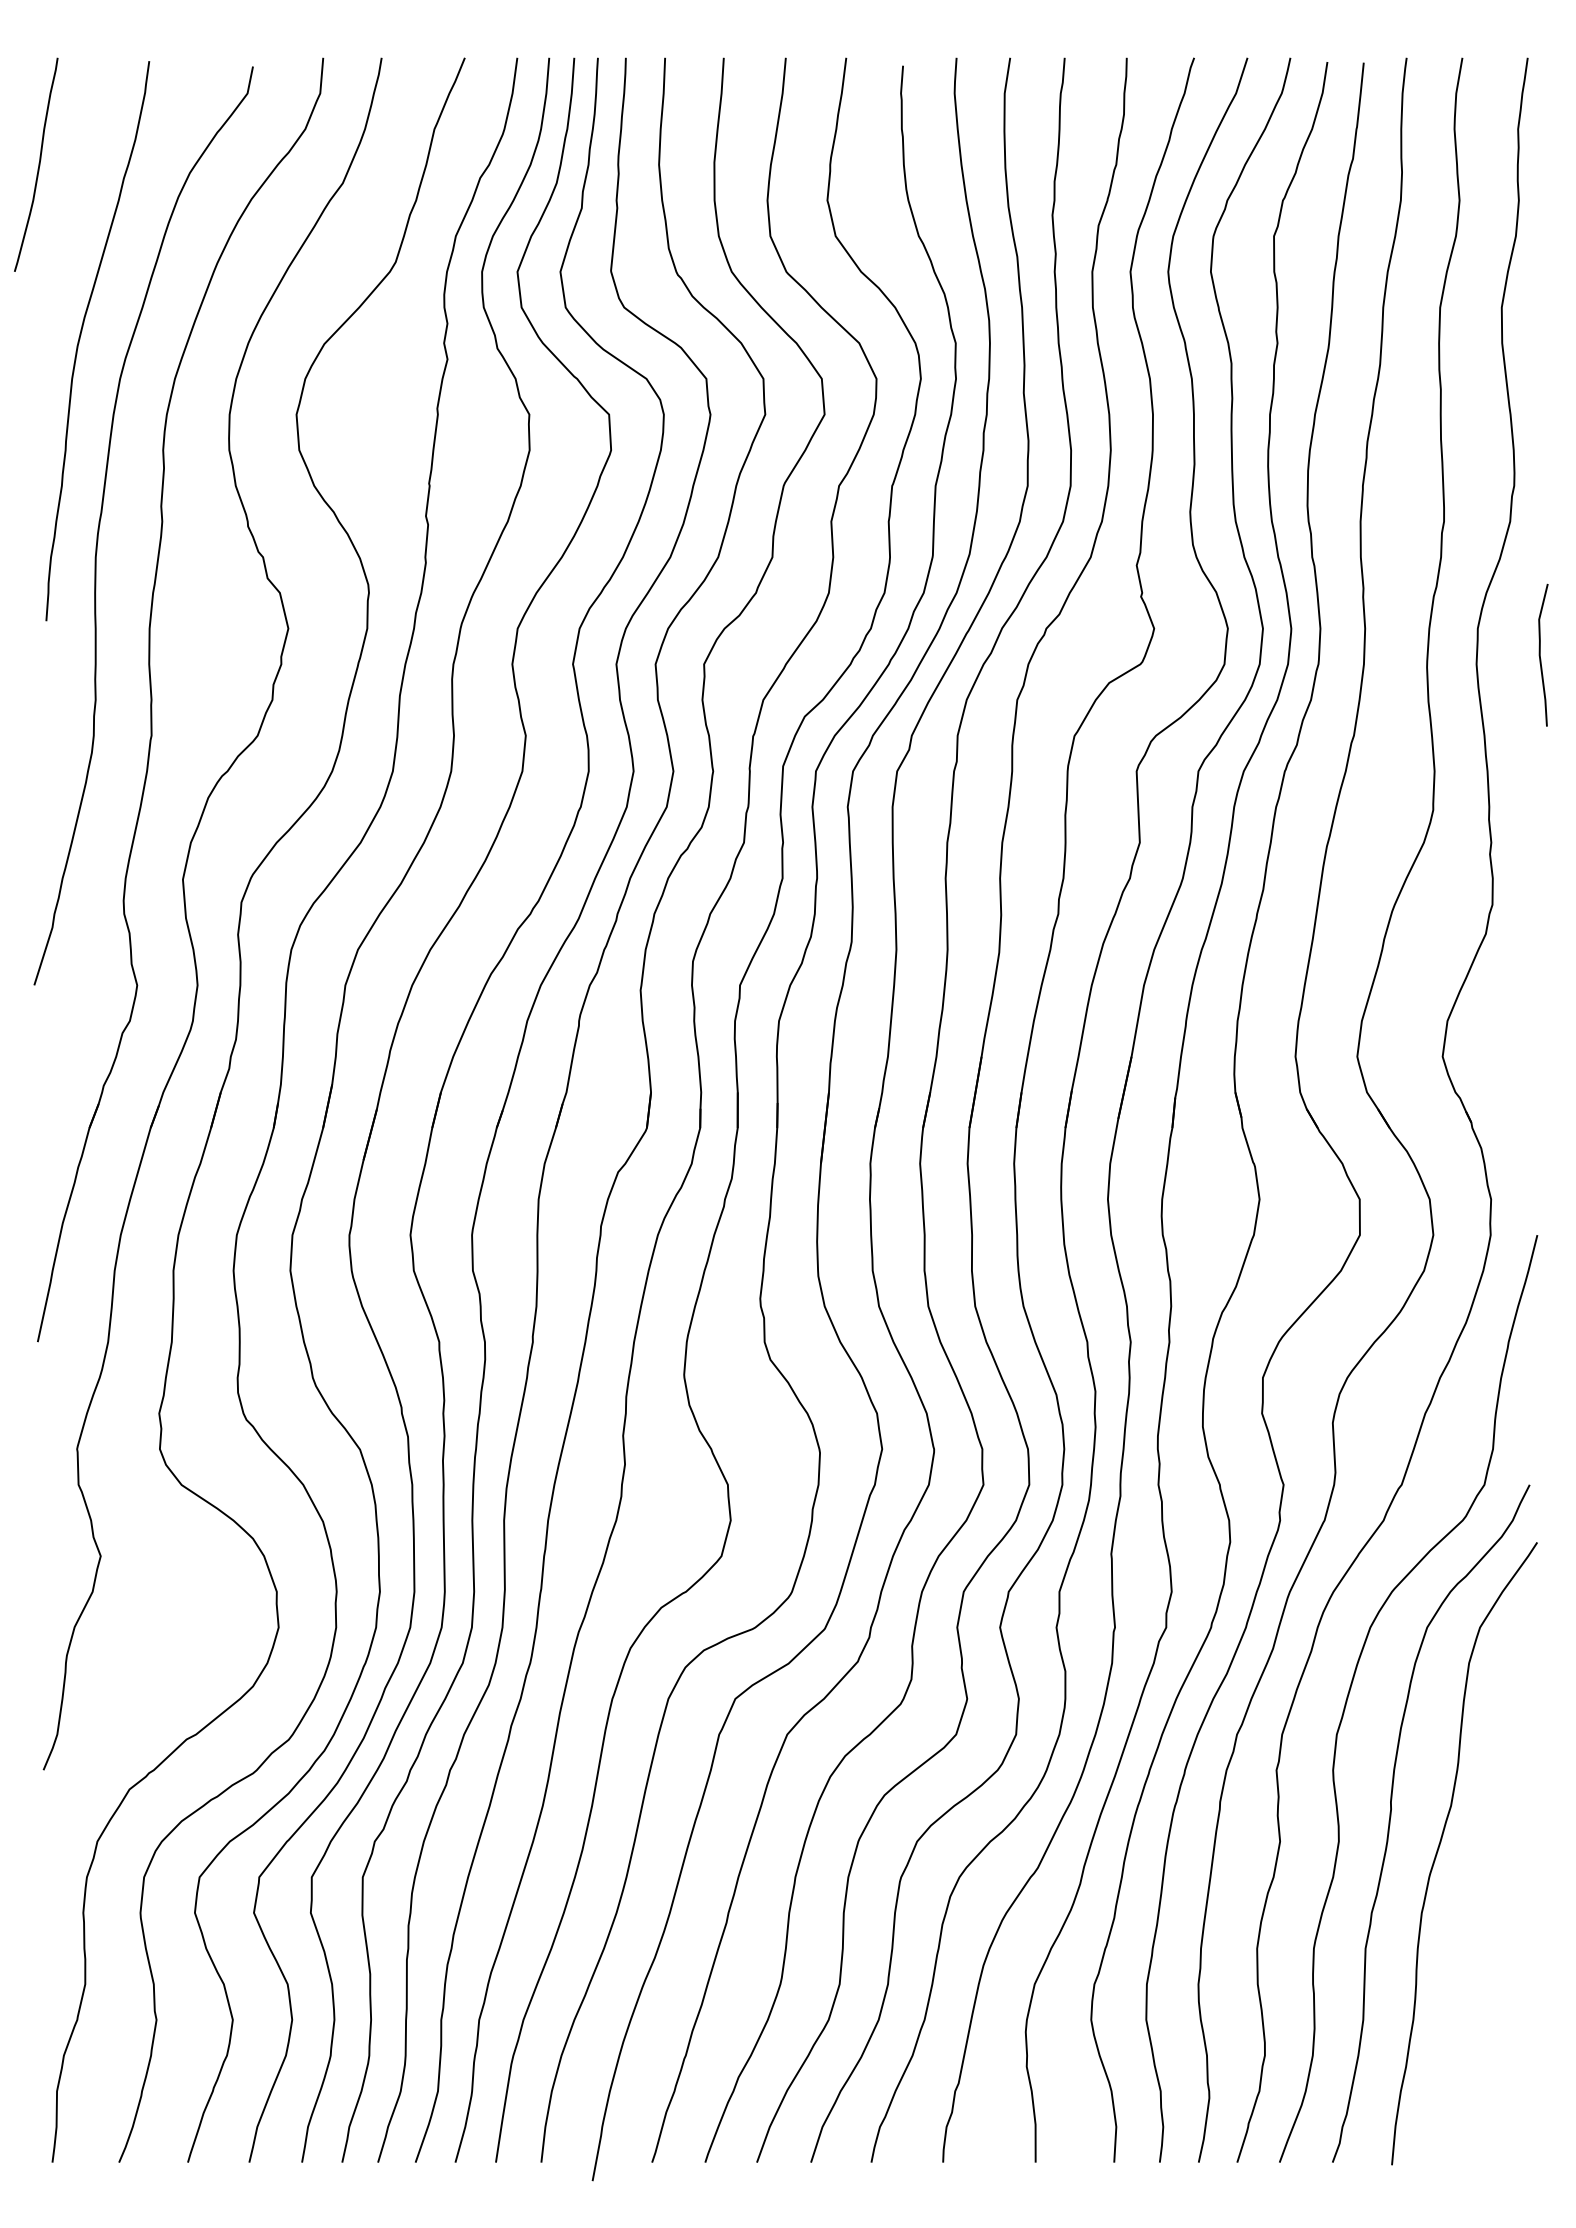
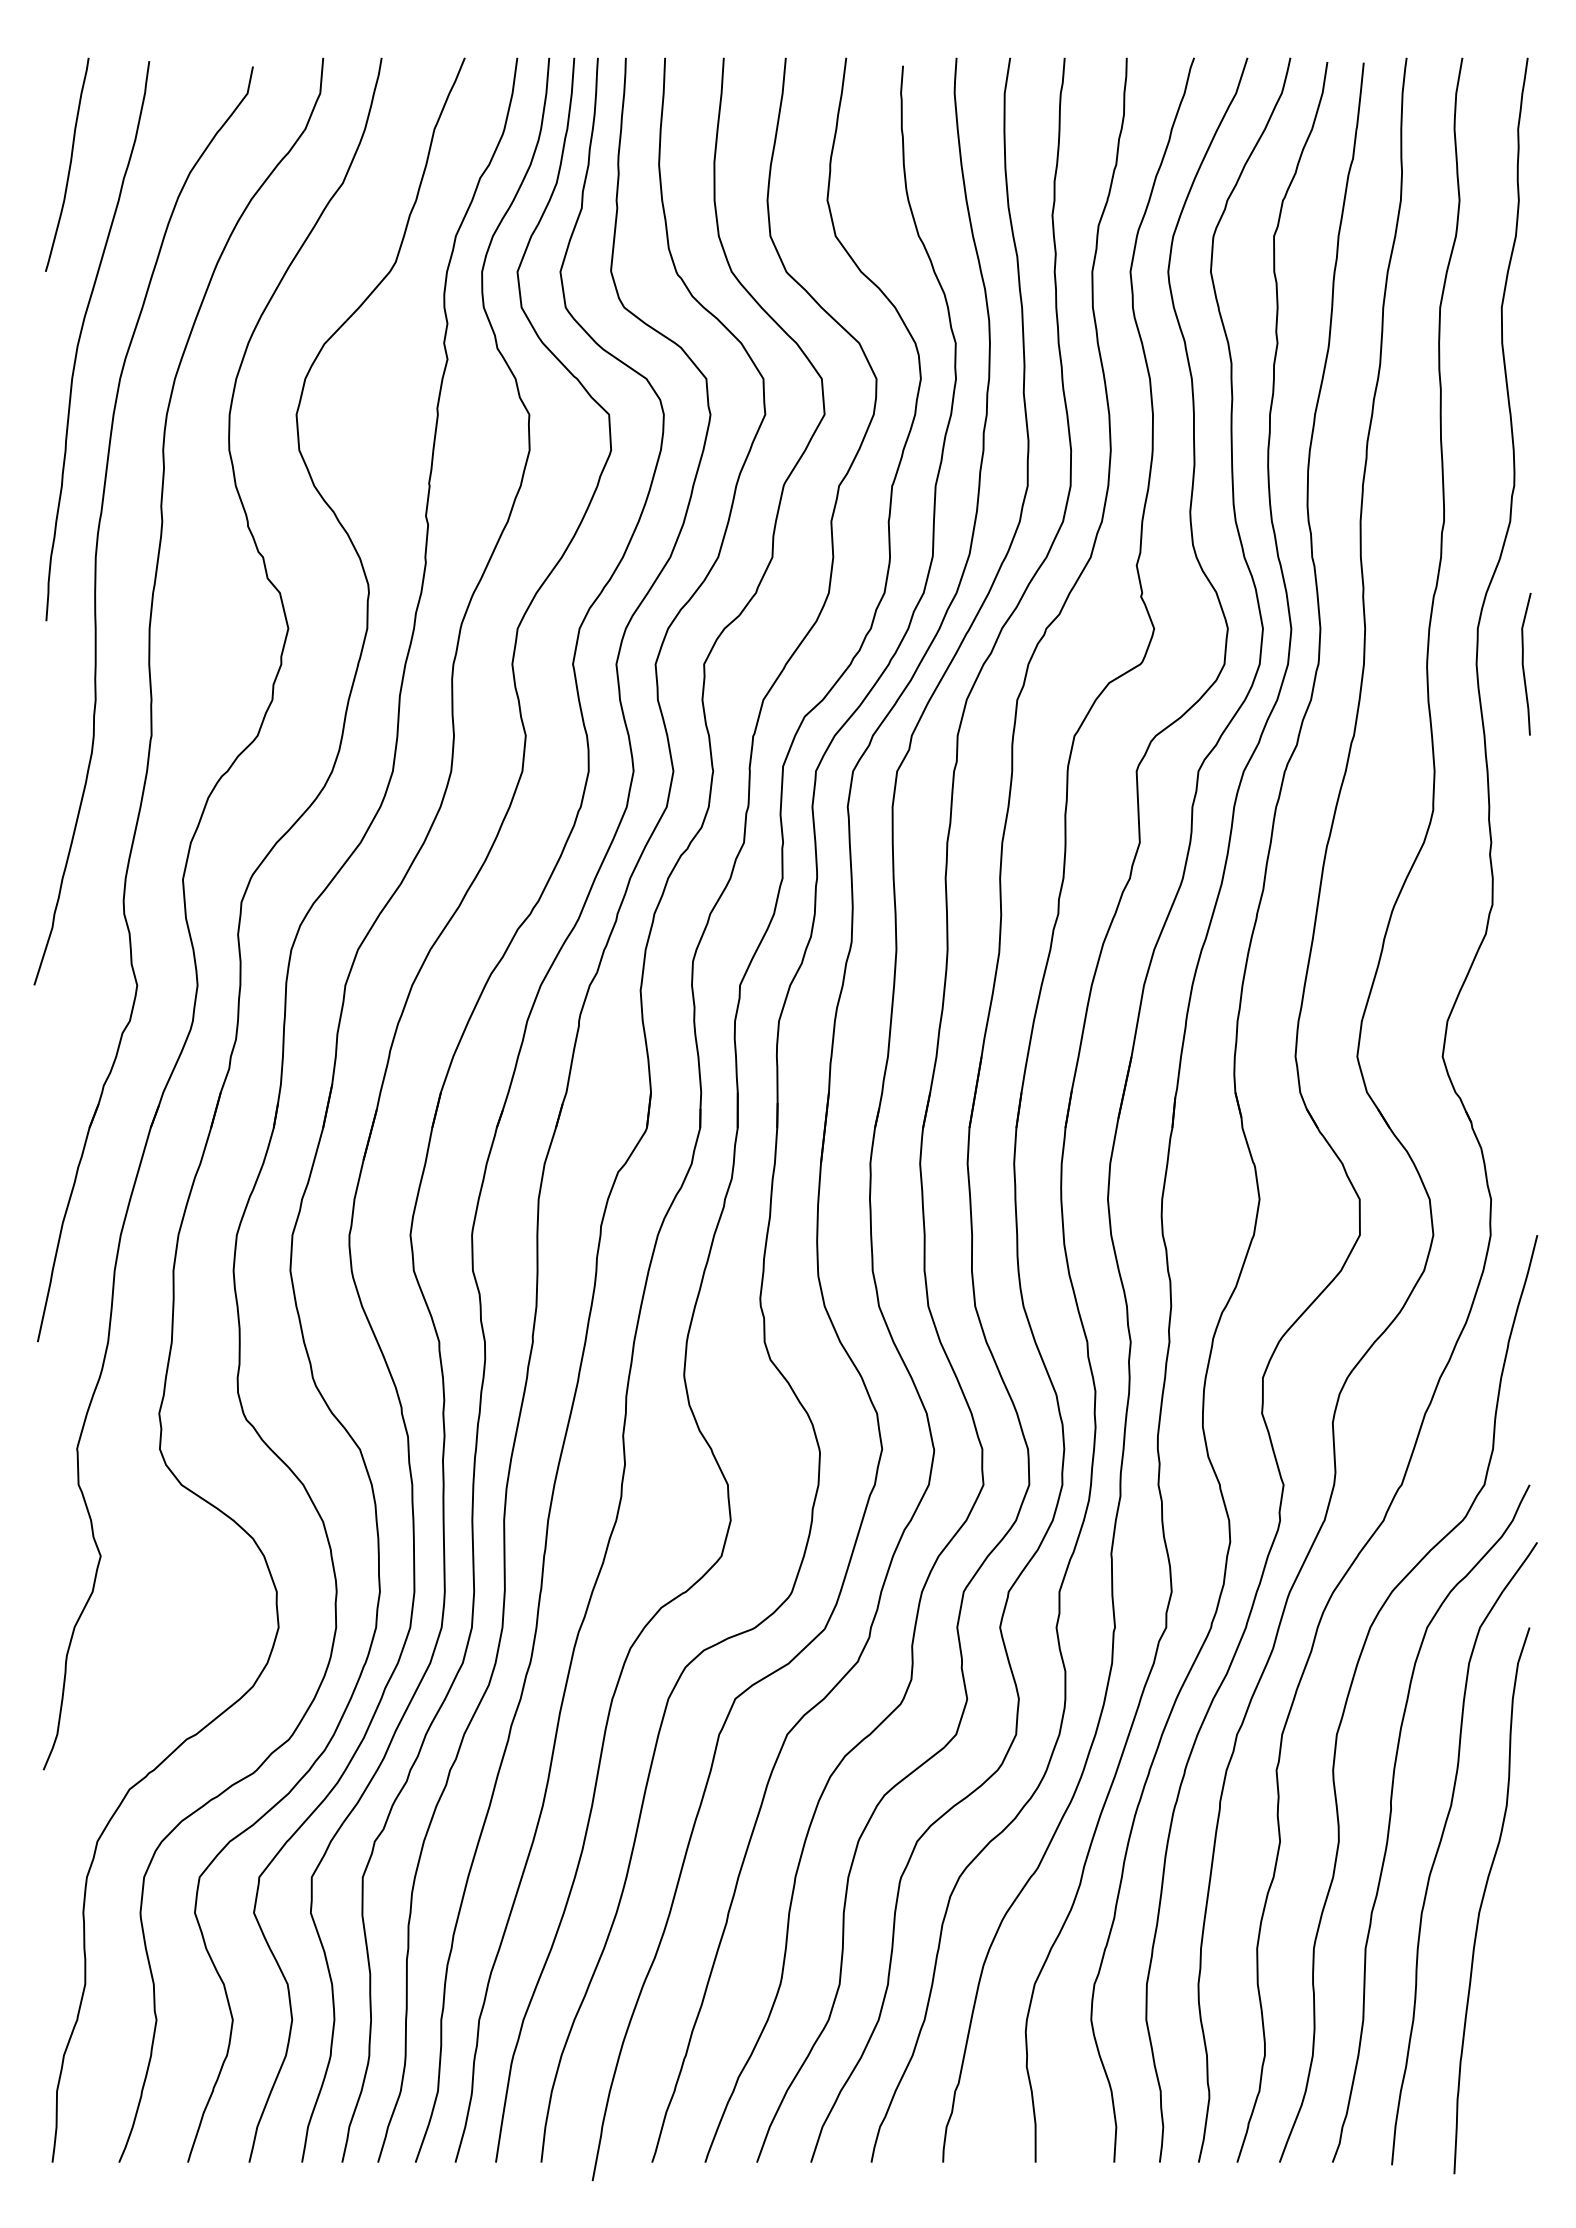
curve at (38, 164) position: (38, 164) -> (69, 164)
curve at (1540, 654) position: (1540, 654) -> (1523, 663)
curve at (1484, 1897): none -> present
